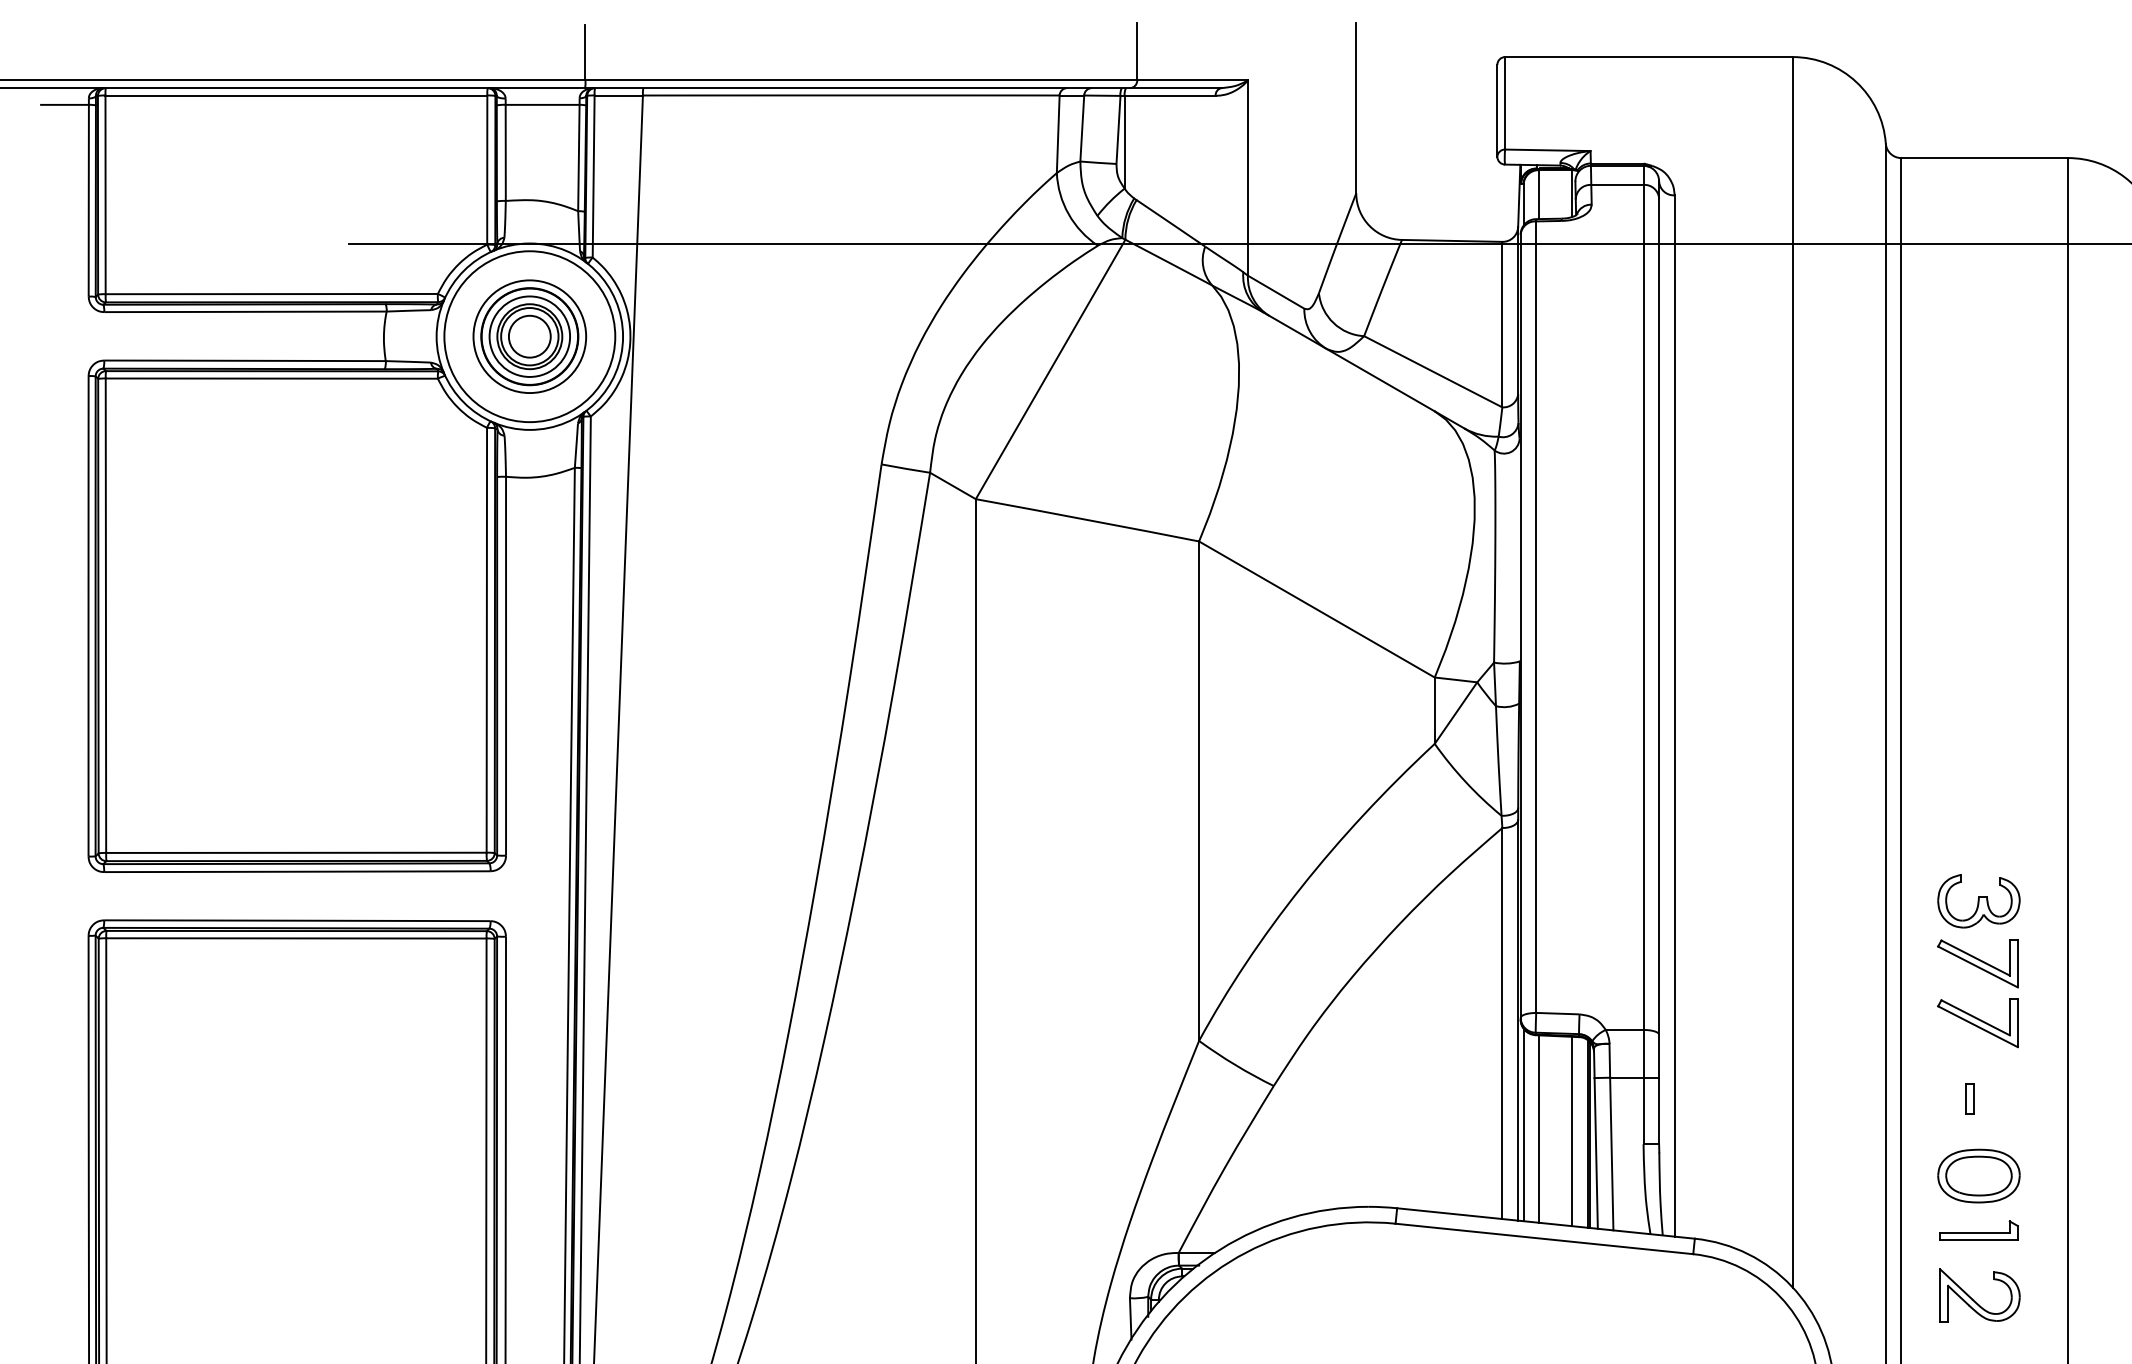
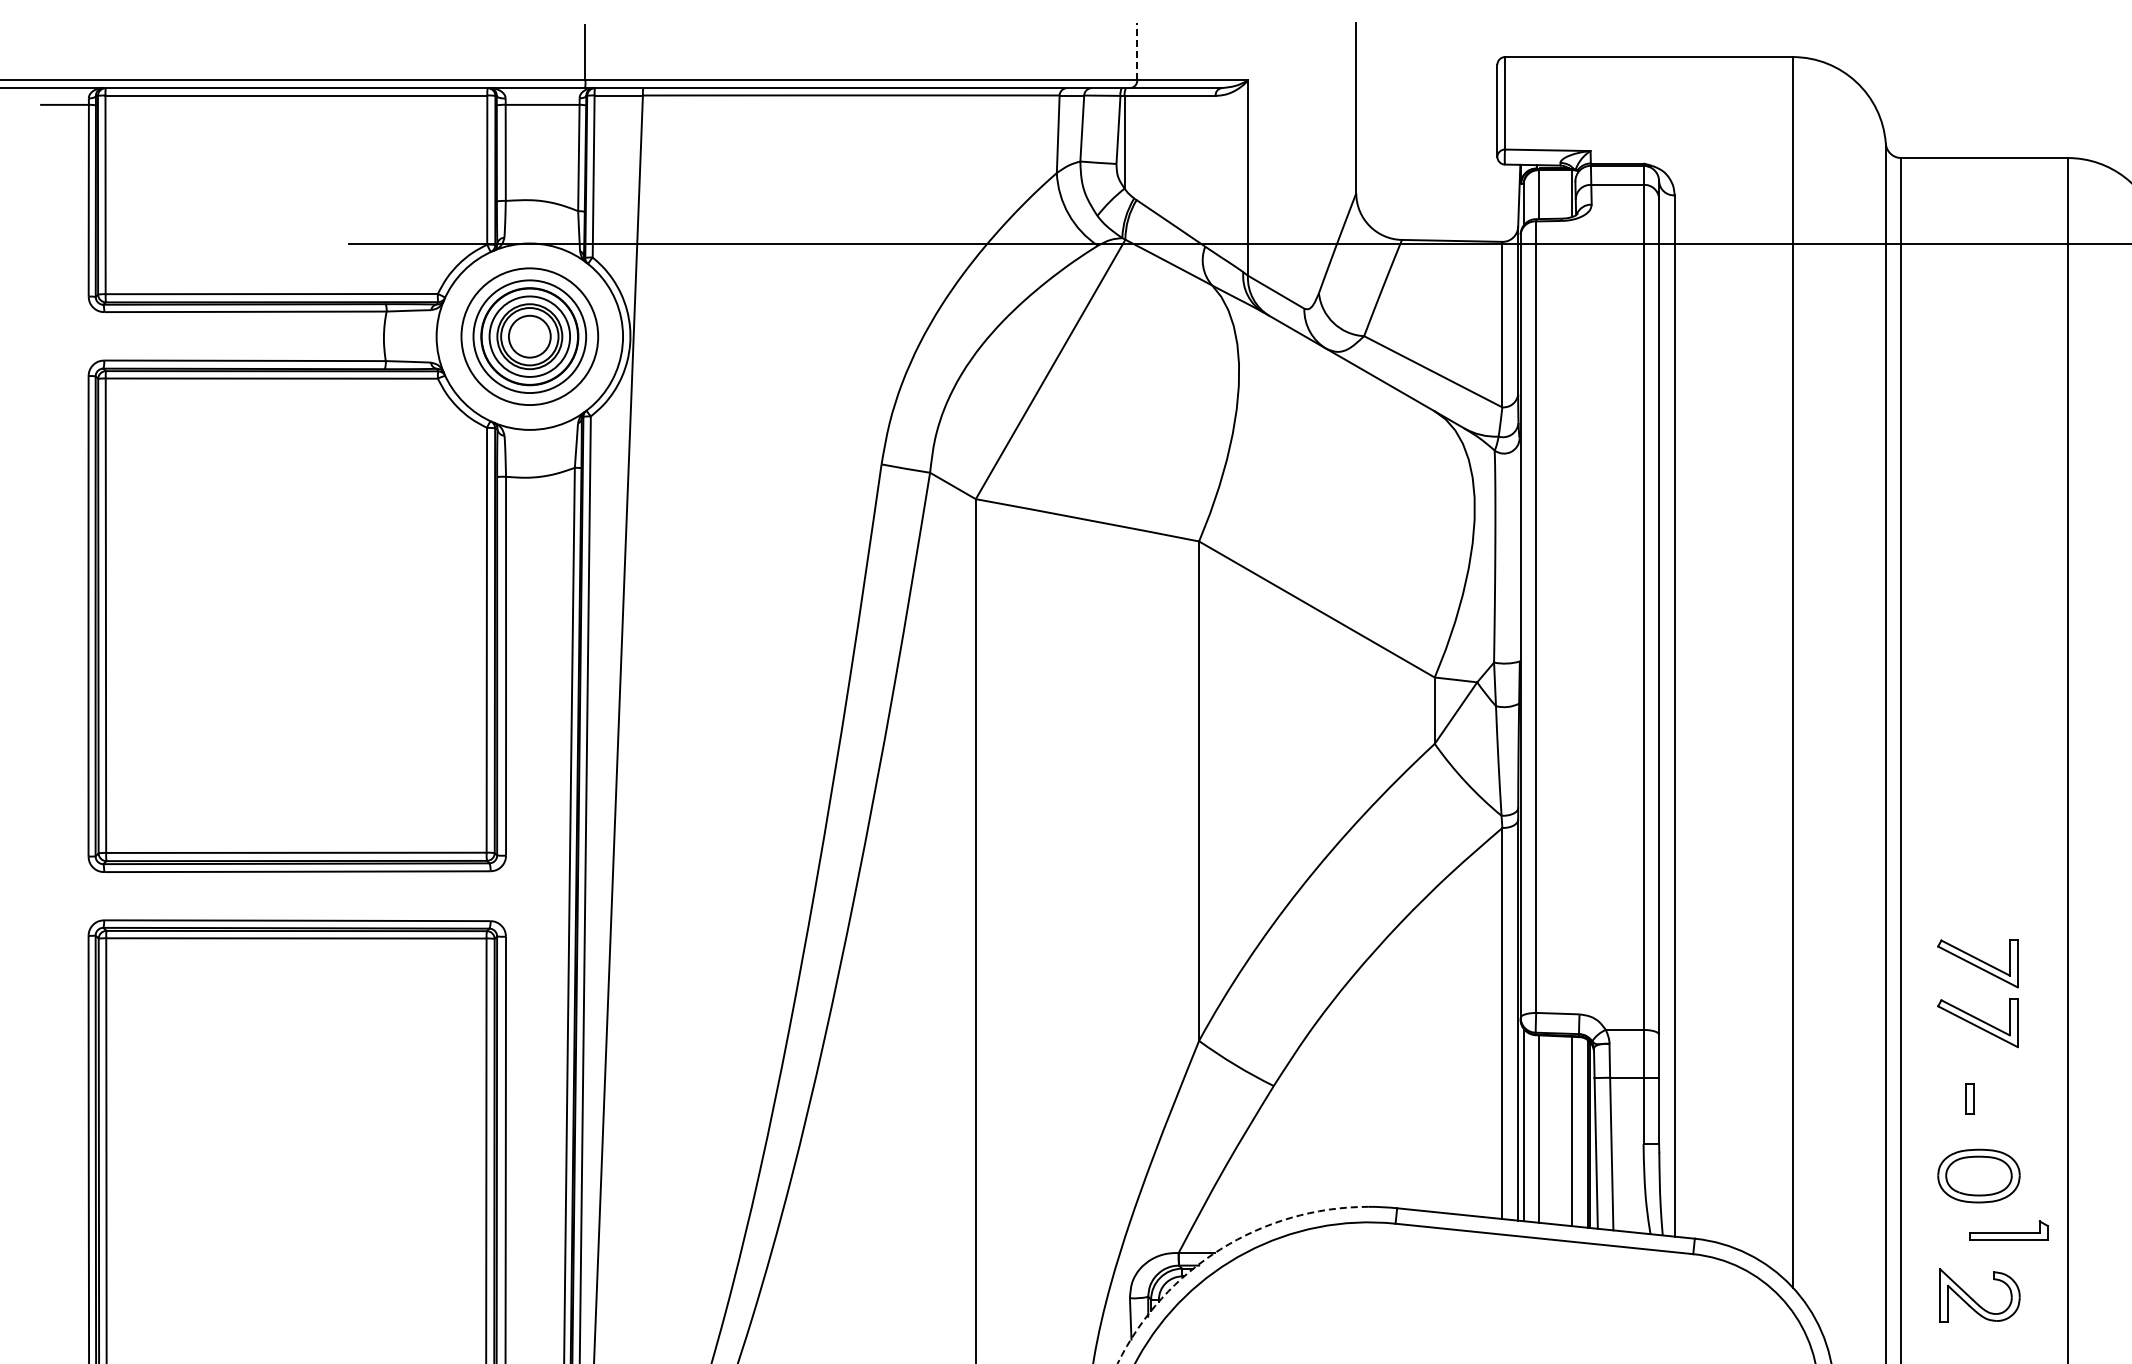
line at (1137, 51): solid -> dashed
circle at (529, 336) diameter: 171 px -> 137 px
part at (1978, 901): present -> none
part at (1978, 1230) position: (1978, 1230) -> (2008, 1230)
arc at (1220, 1249): solid -> dashed
